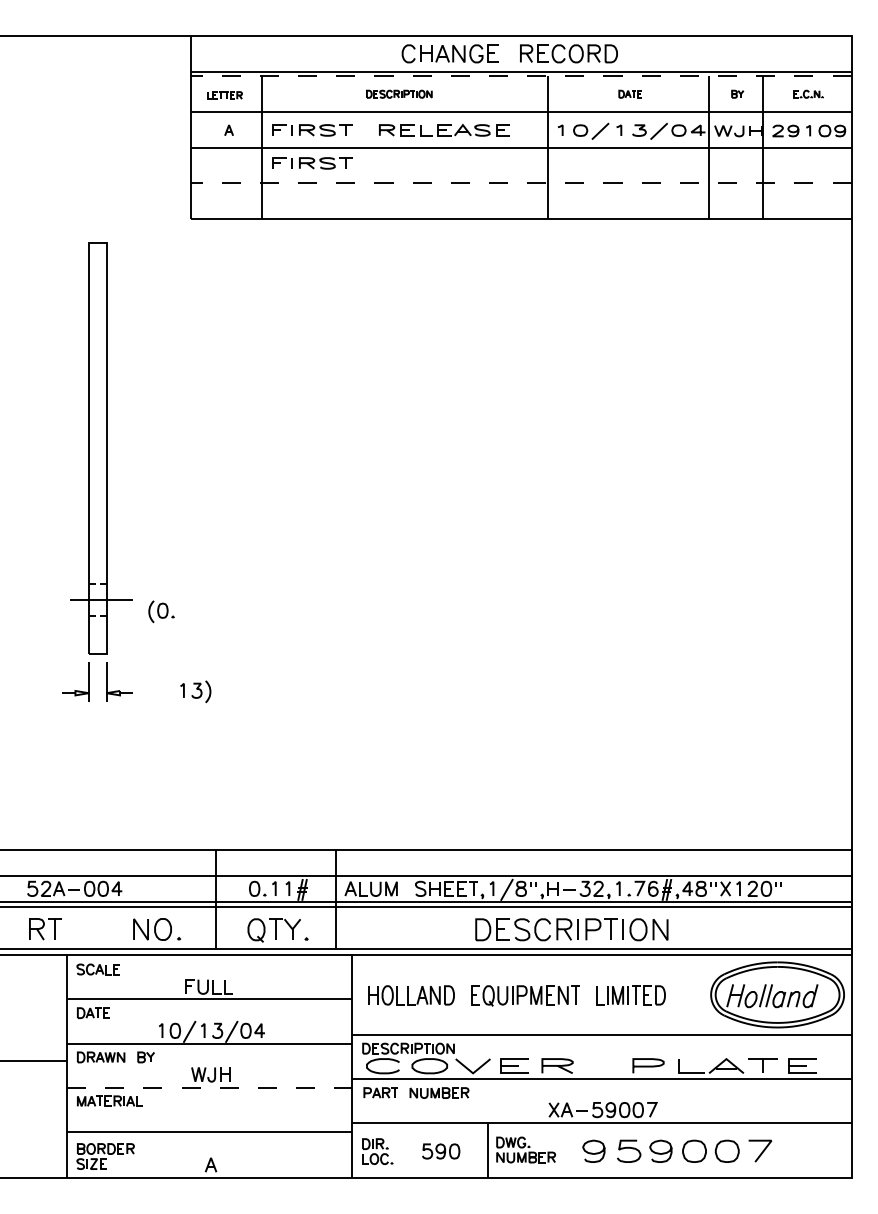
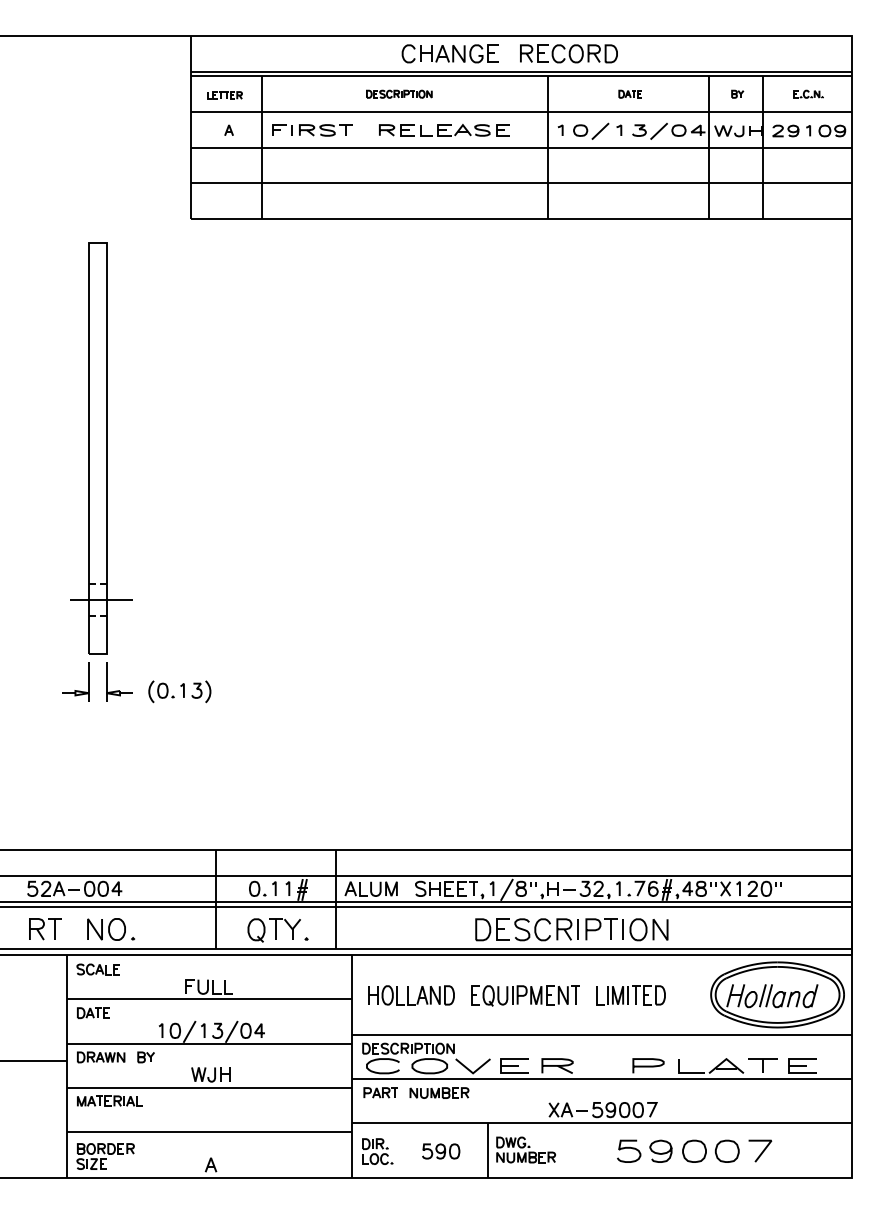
line at (520, 76): dashed -> solid
part at (312, 163): present -> none
line at (520, 183): dashed -> solid
part at (161, 611) position: (161, 611) -> (161, 691)
part at (157, 929) position: (157, 929) -> (111, 929)
line at (209, 1087): dashed -> solid
curve at (592, 1152): present -> none
